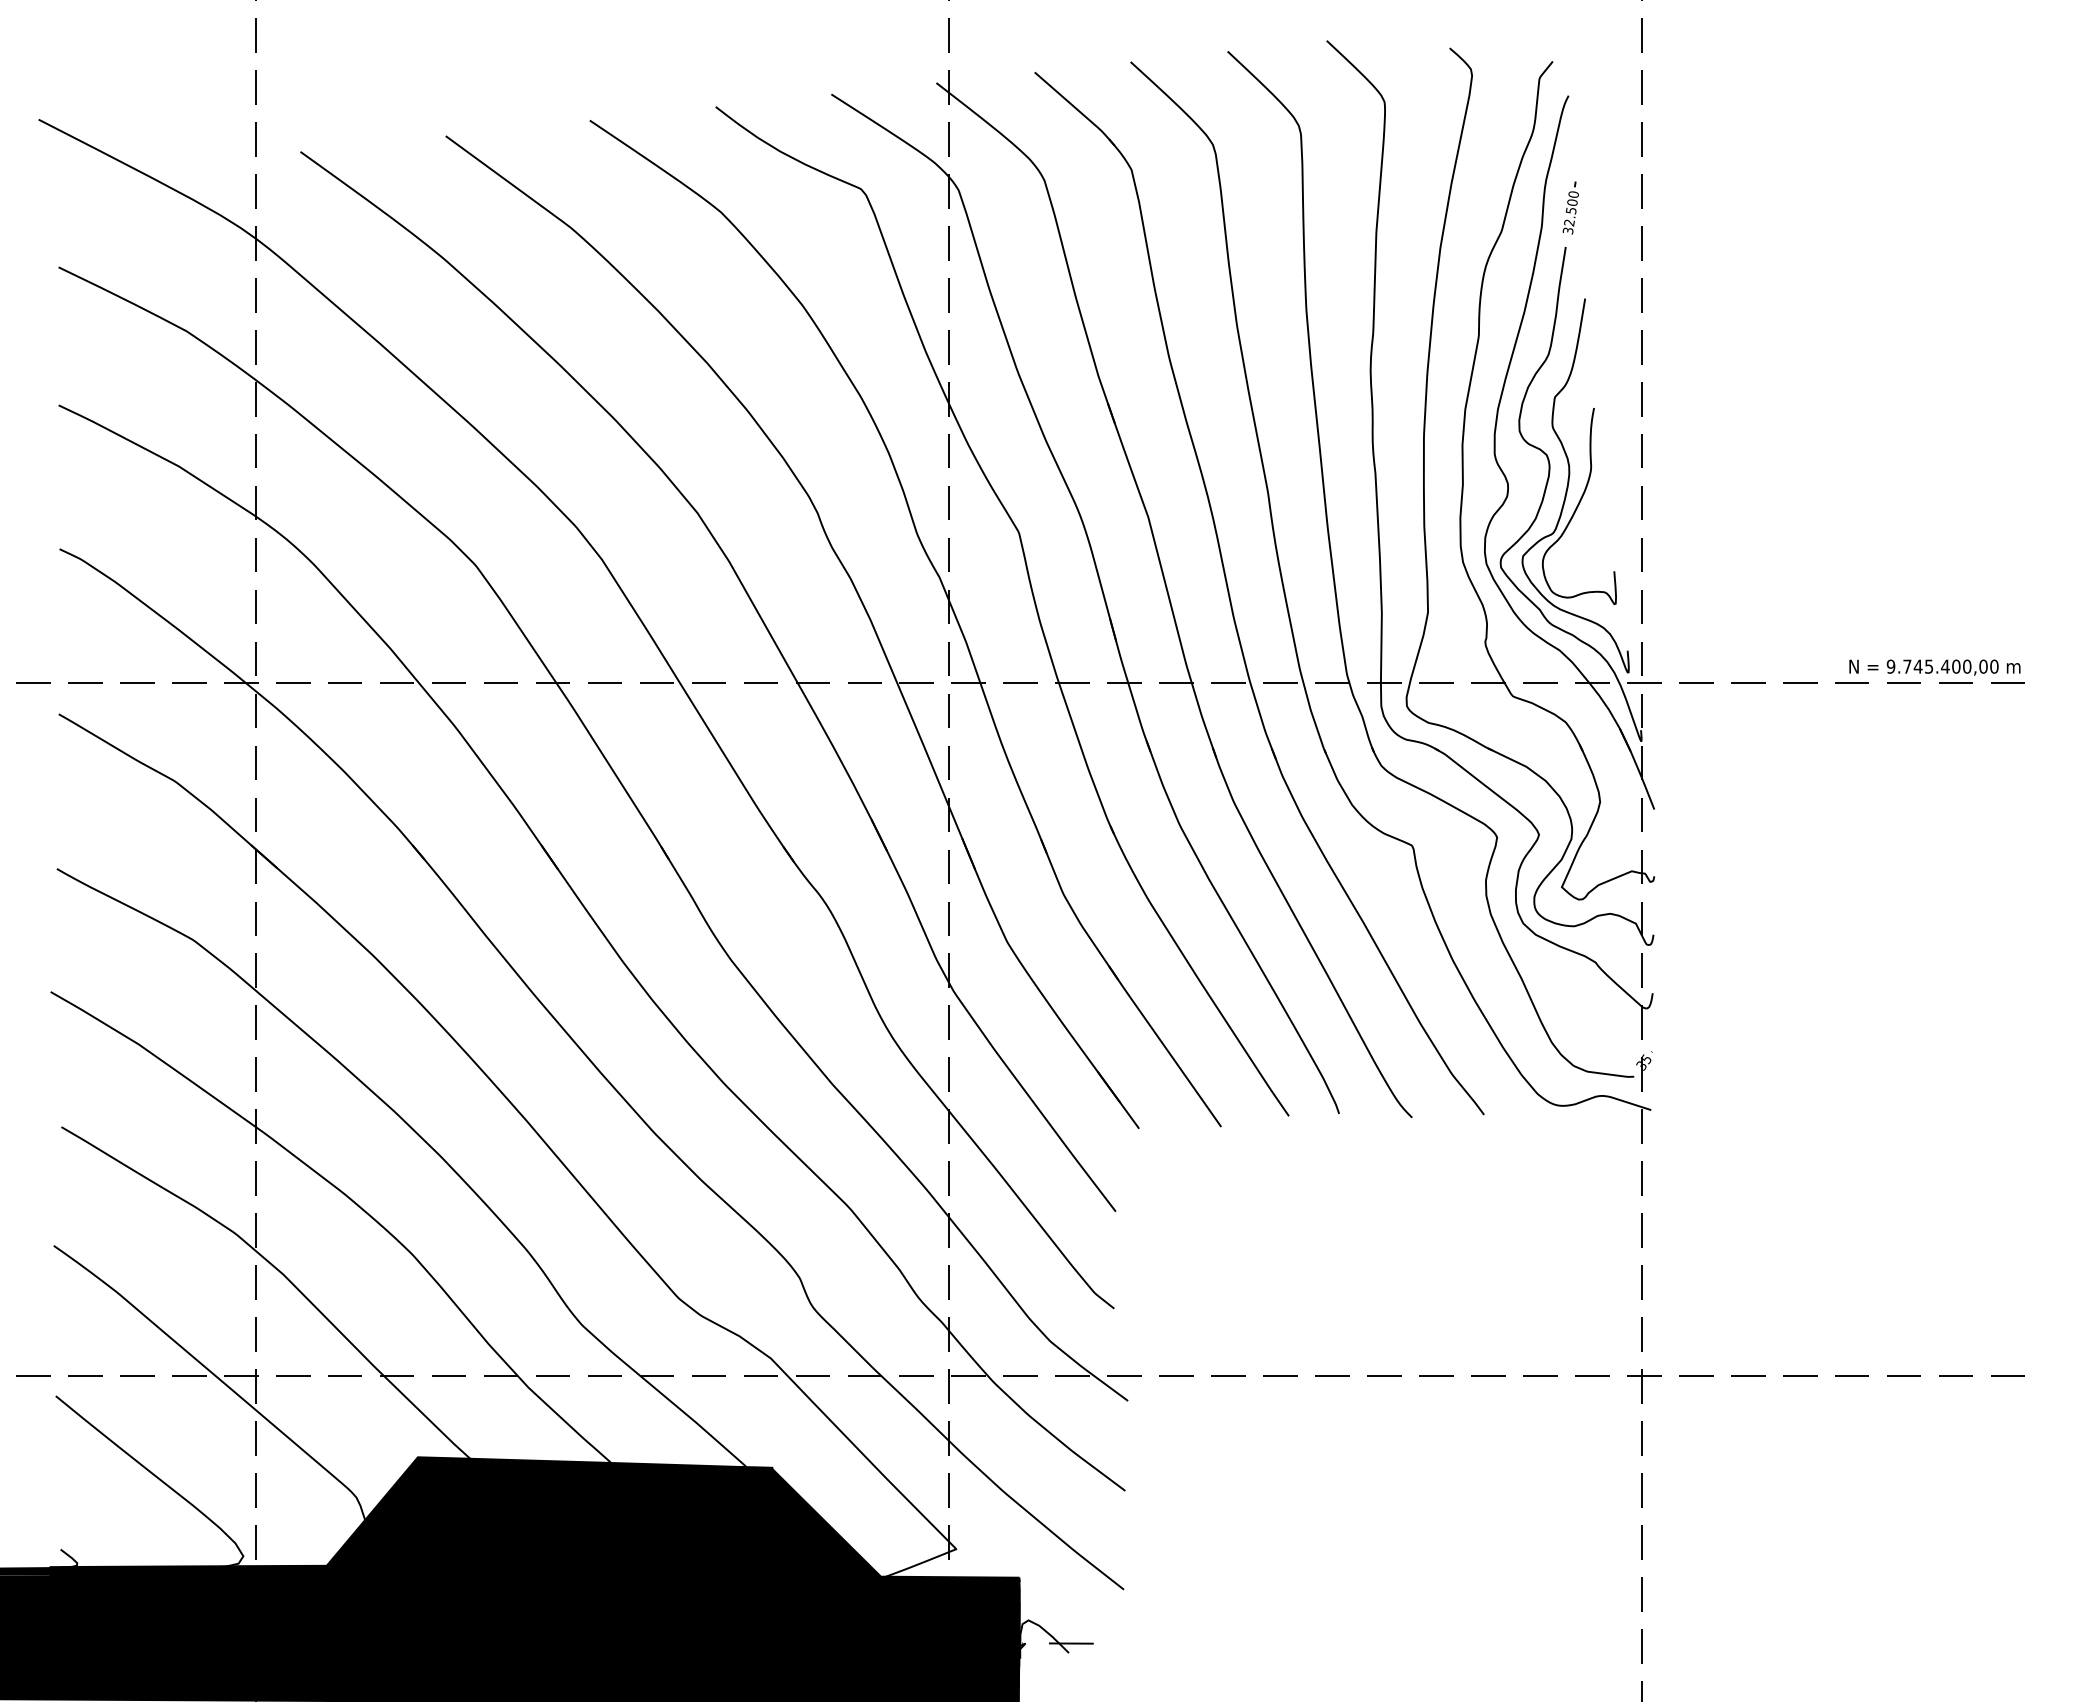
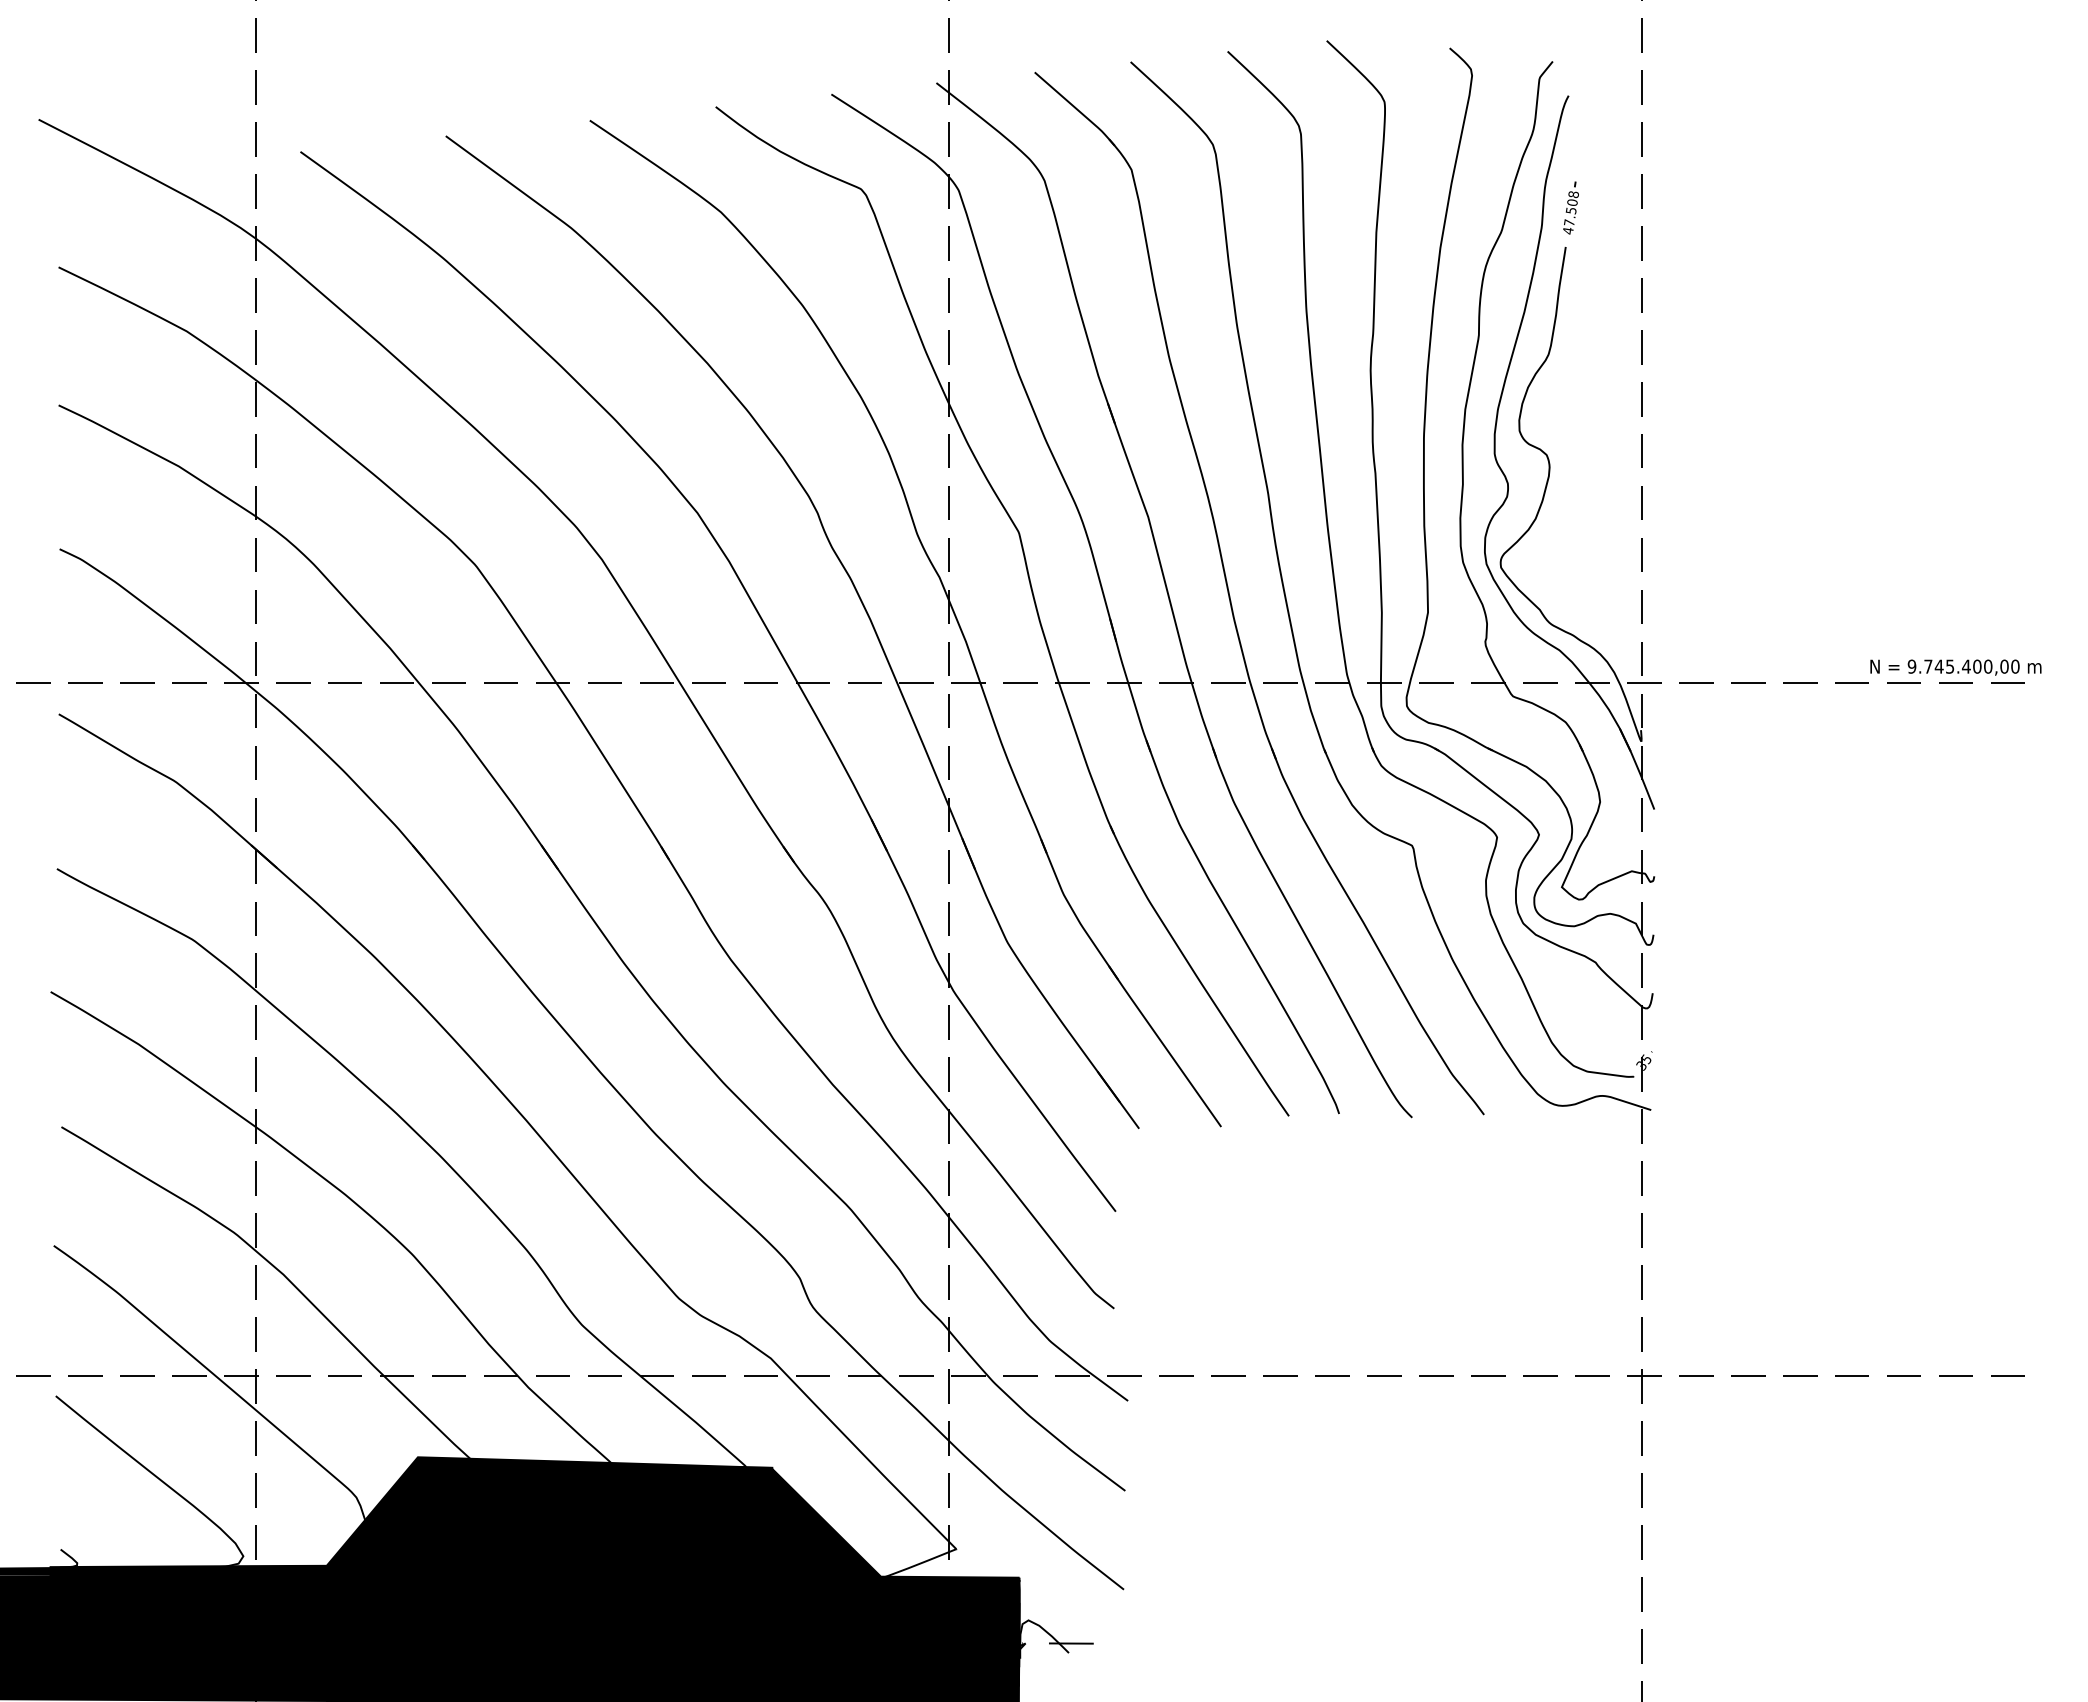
text at (1570, 212): 32.500 -> 47.508
part at (1569, 482): present -> none
text at (1934, 667) position: (1934, 667) -> (1955, 667)
